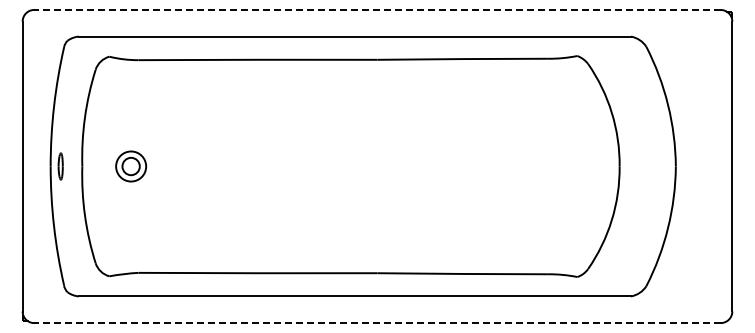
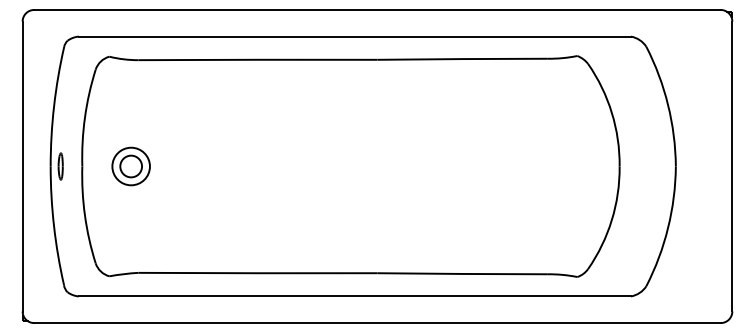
line at (377, 9): dashed -> solid
part at (131, 166) size: 33x33 px -> 40x41 px
line at (377, 323): dashed -> solid
